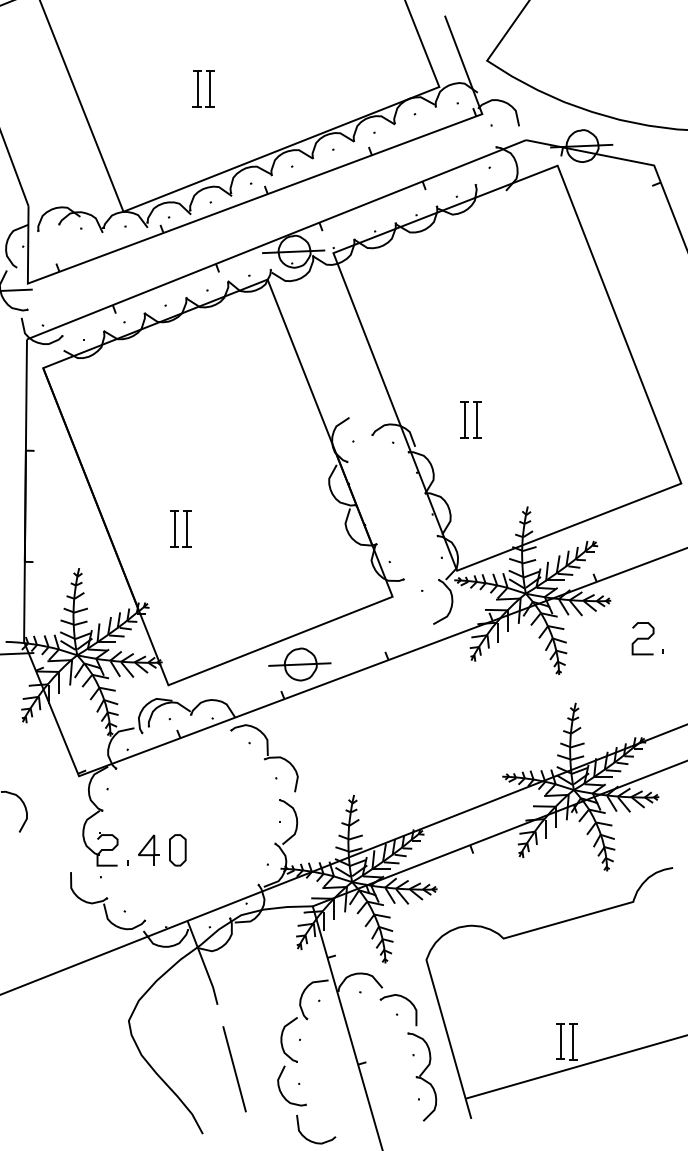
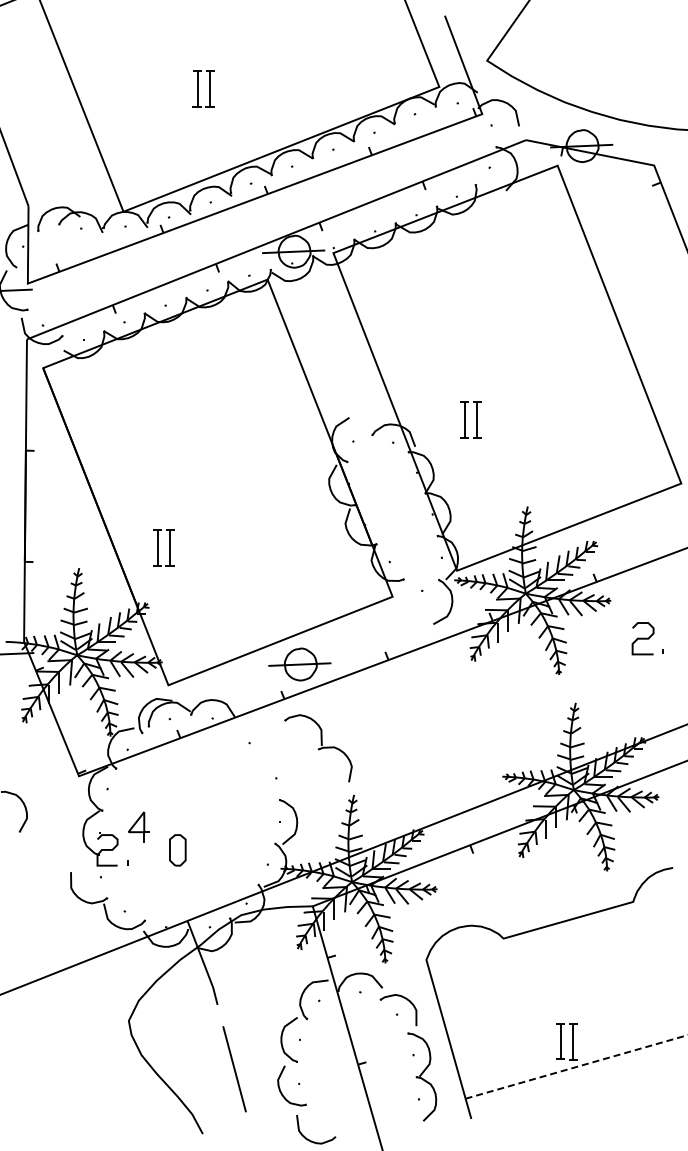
part at (180, 528) position: (180, 528) -> (163, 547)
part at (264, 758) position: (264, 758) -> (318, 748)
part at (148, 849) position: (148, 849) -> (138, 826)
line at (576, 1067): solid -> dashed
